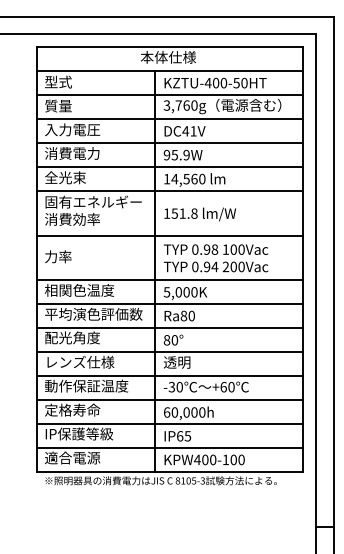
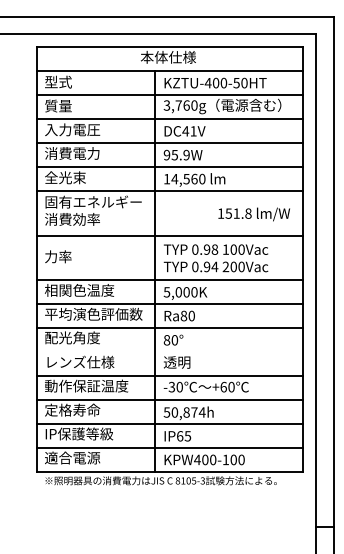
text at (199, 214) position: (199, 214) -> (253, 214)
line at (170, 352): present -> none
text at (184, 412): 60,000h -> 50,874h
